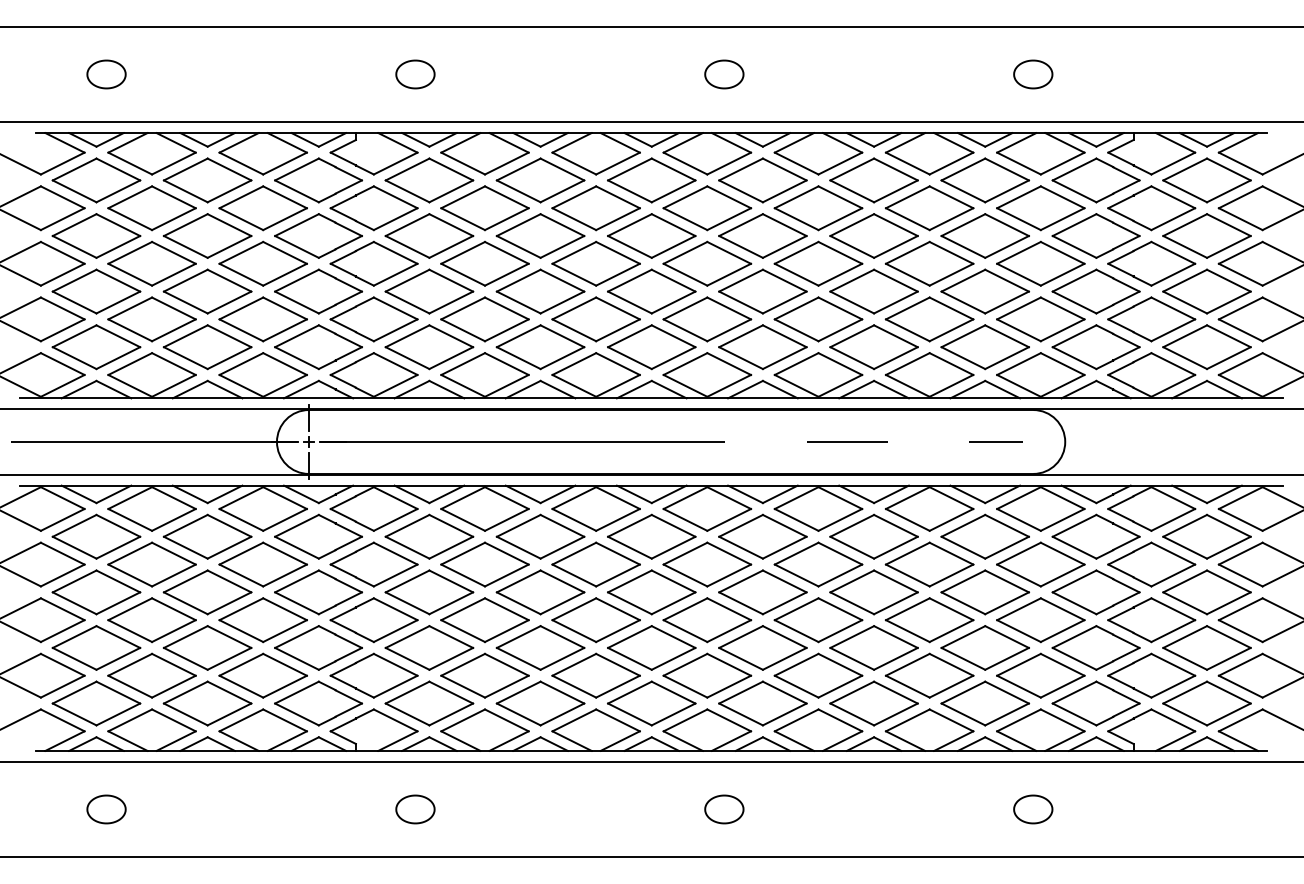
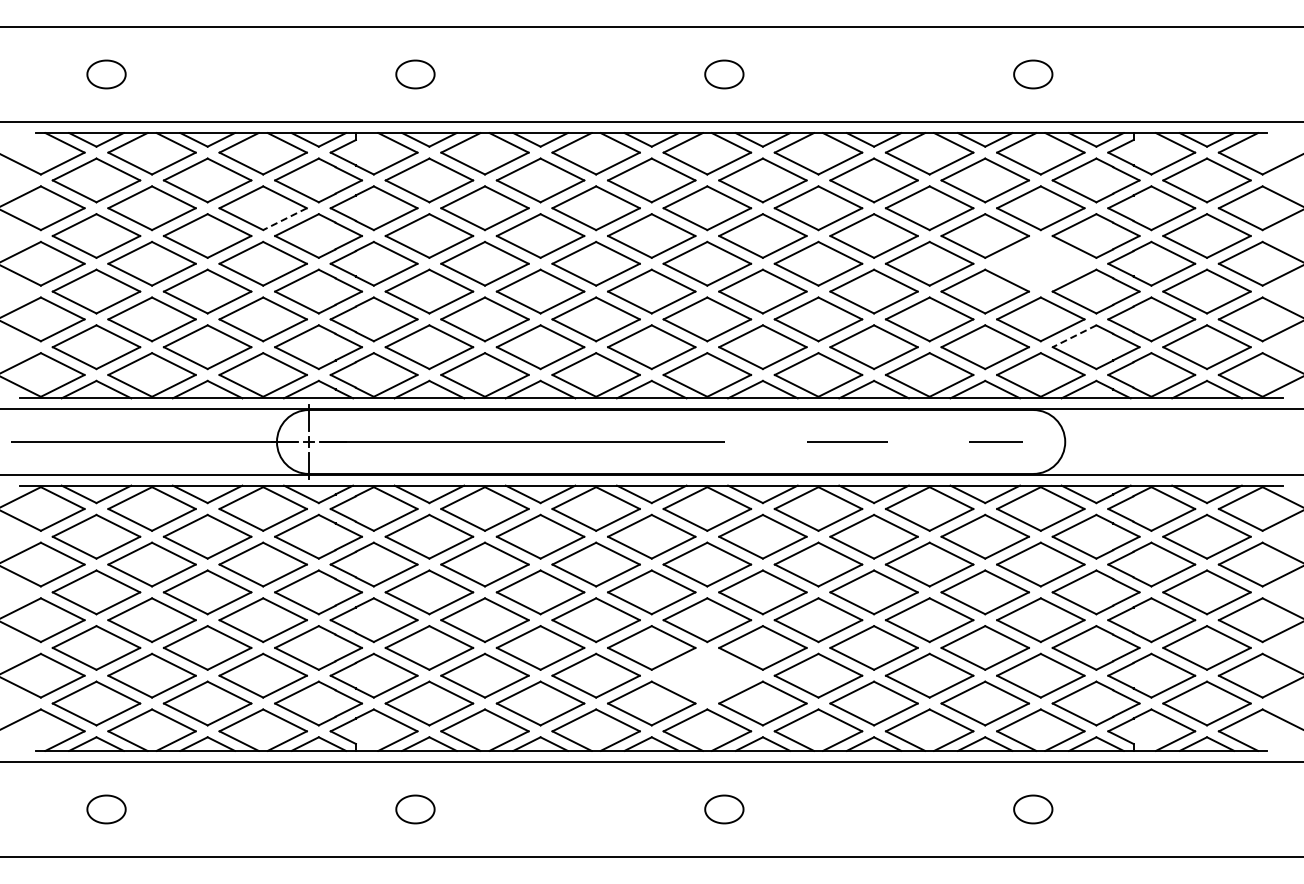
line at (284, 219): solid -> dashed
part at (1040, 263): present -> none
line at (1074, 336): solid -> dashed
part at (707, 675): present -> none
